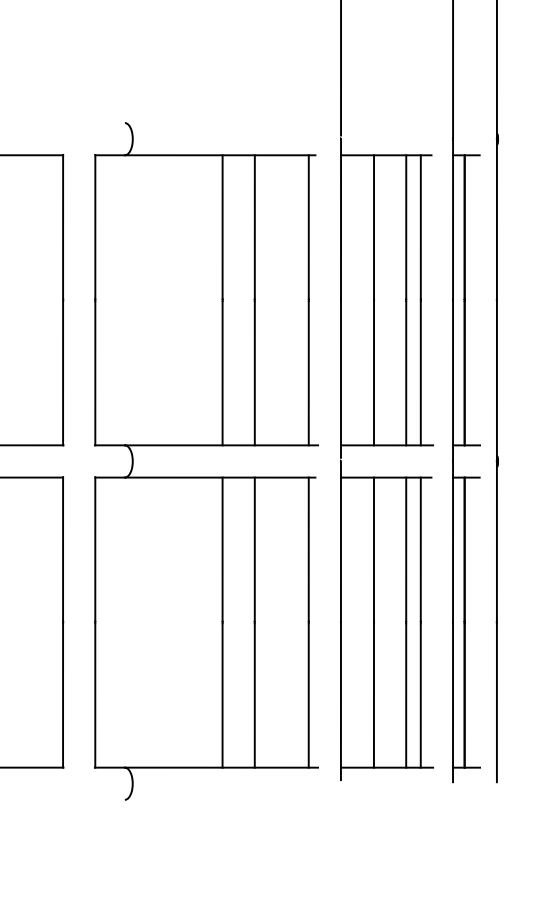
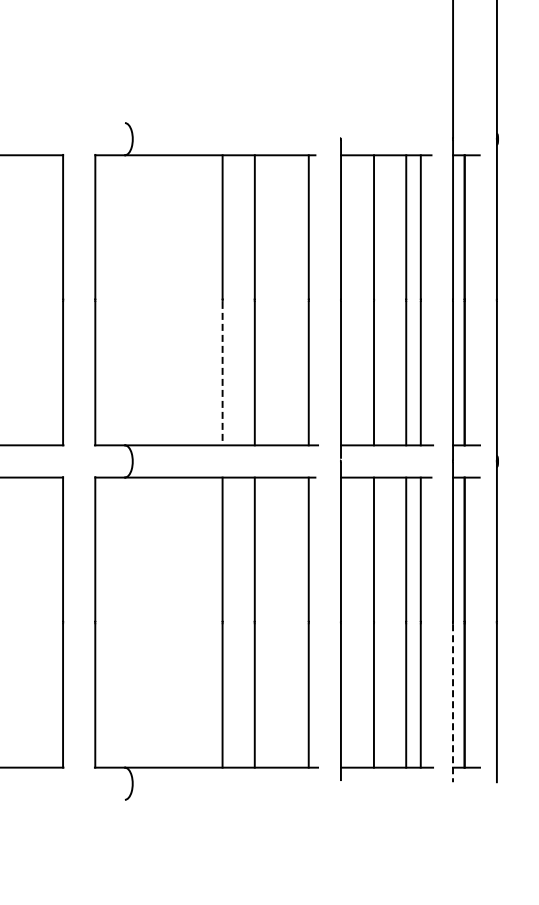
line at (341, 68): present -> none
line at (222, 373): solid -> dashed
line at (453, 703): solid -> dashed
